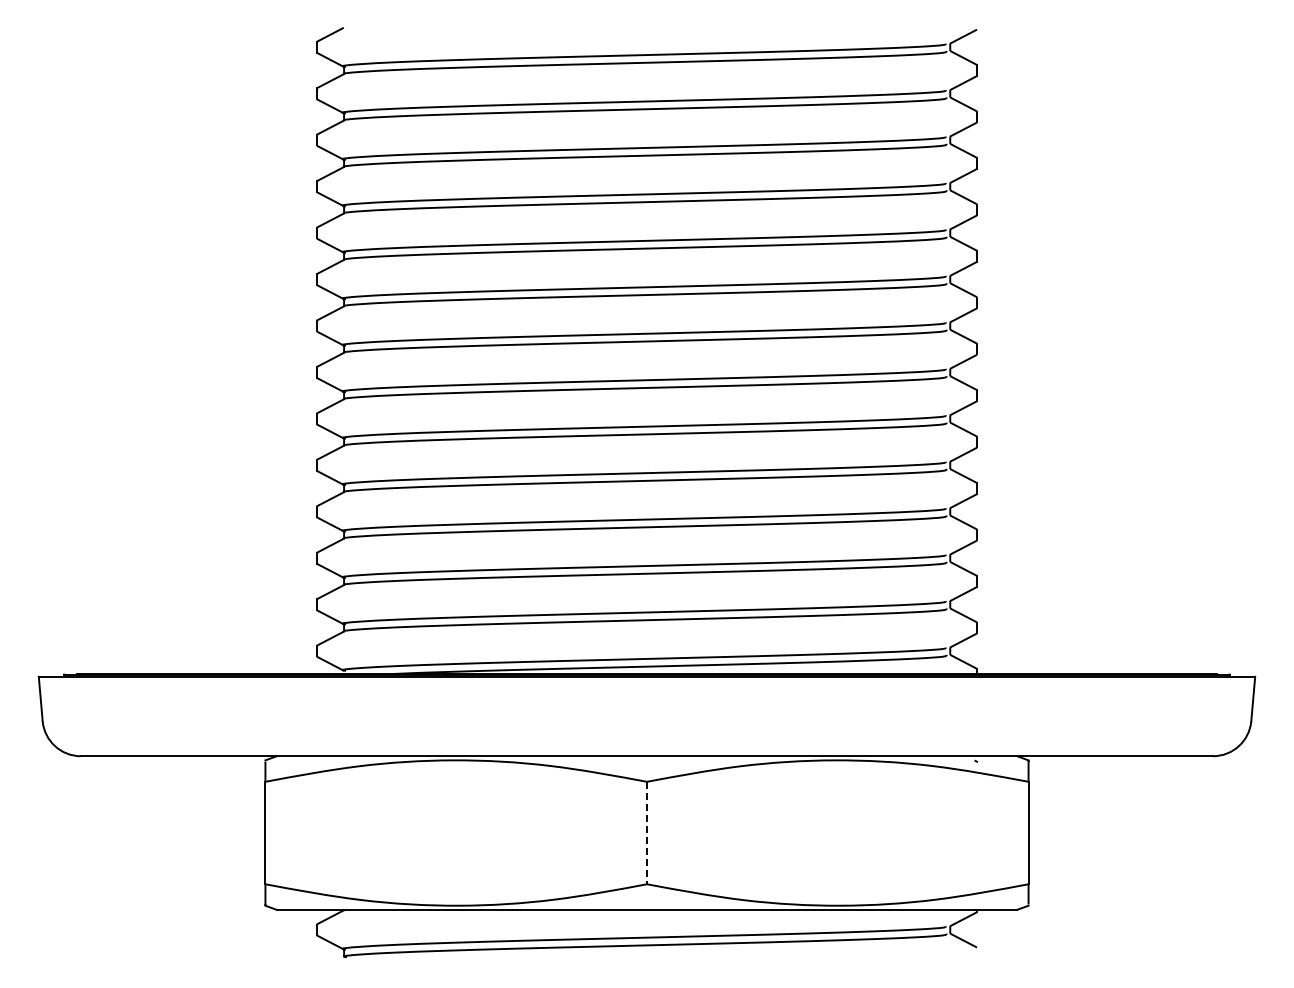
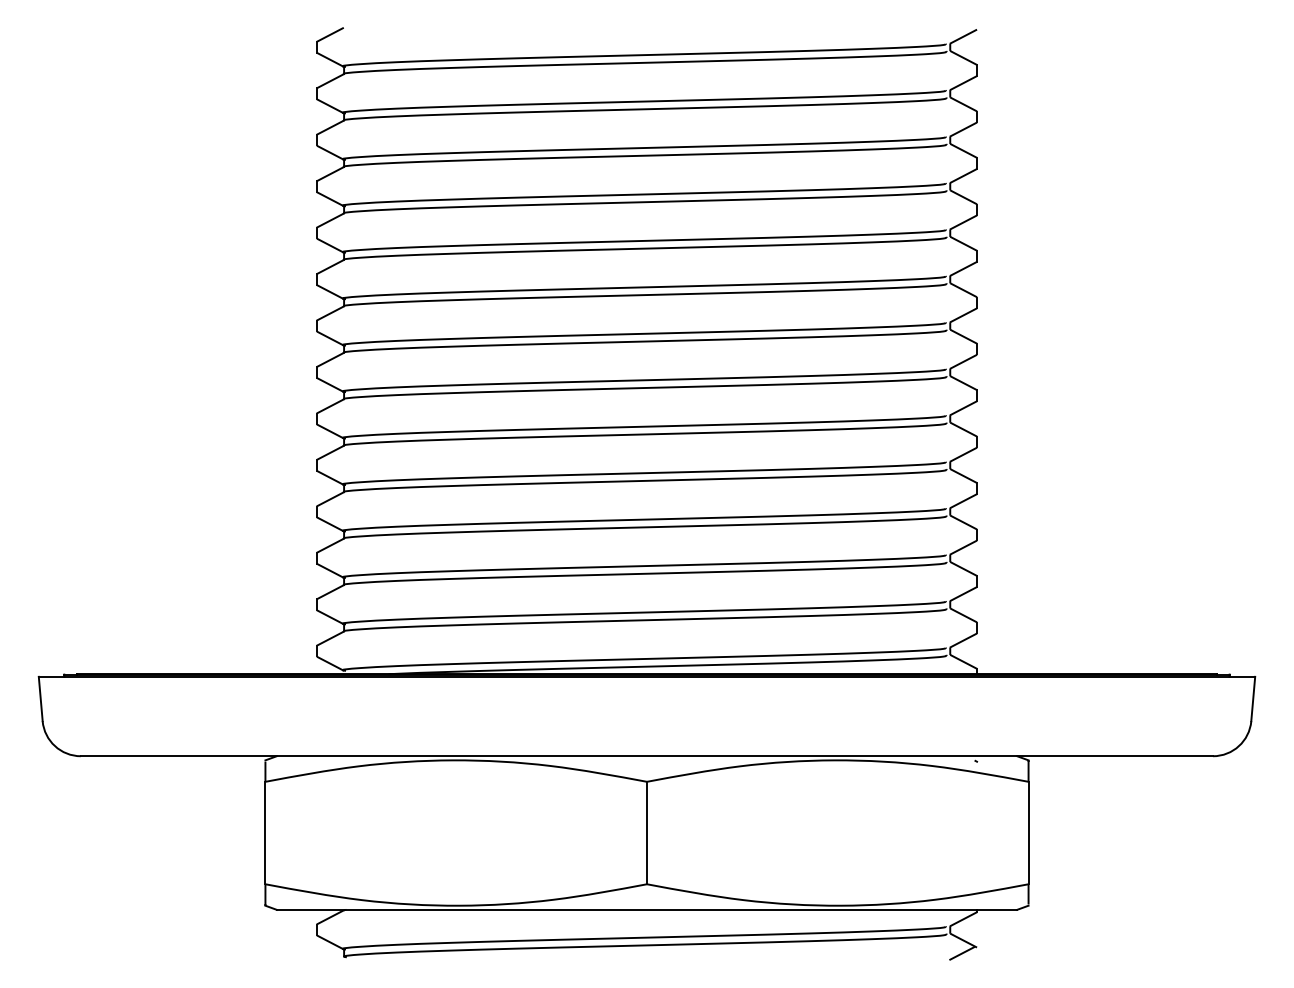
line at (647, 833): dashed -> solid
line at (962, 953): none -> present
